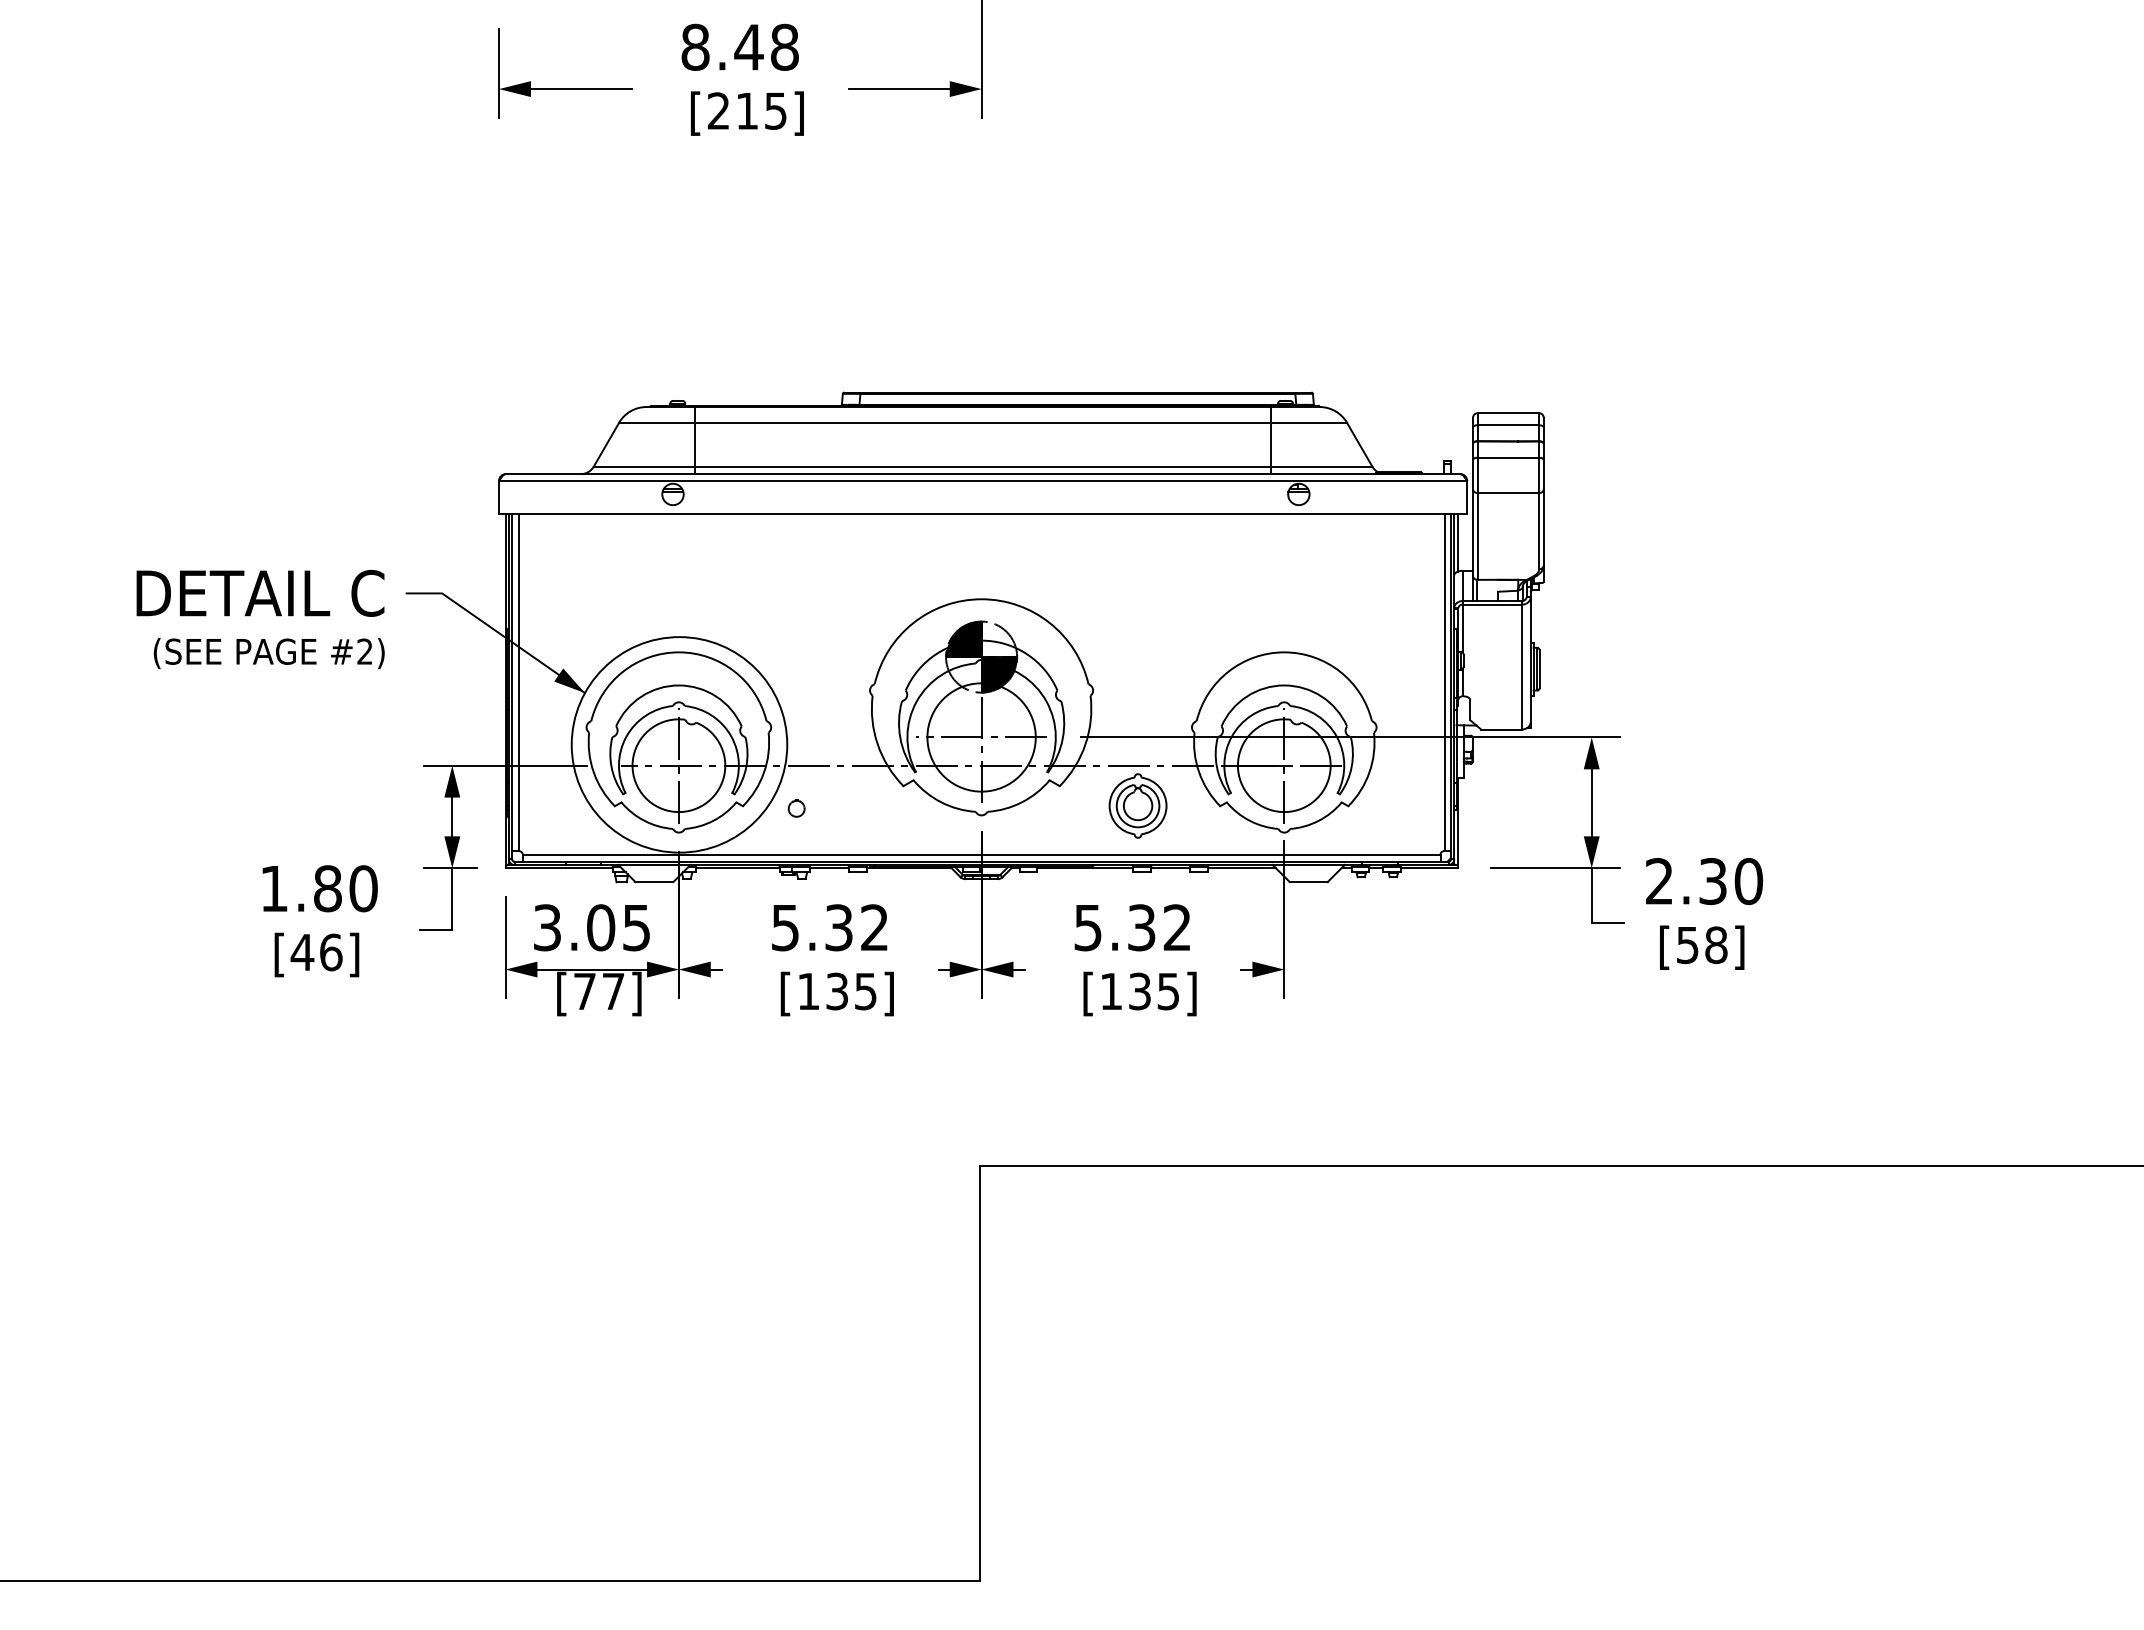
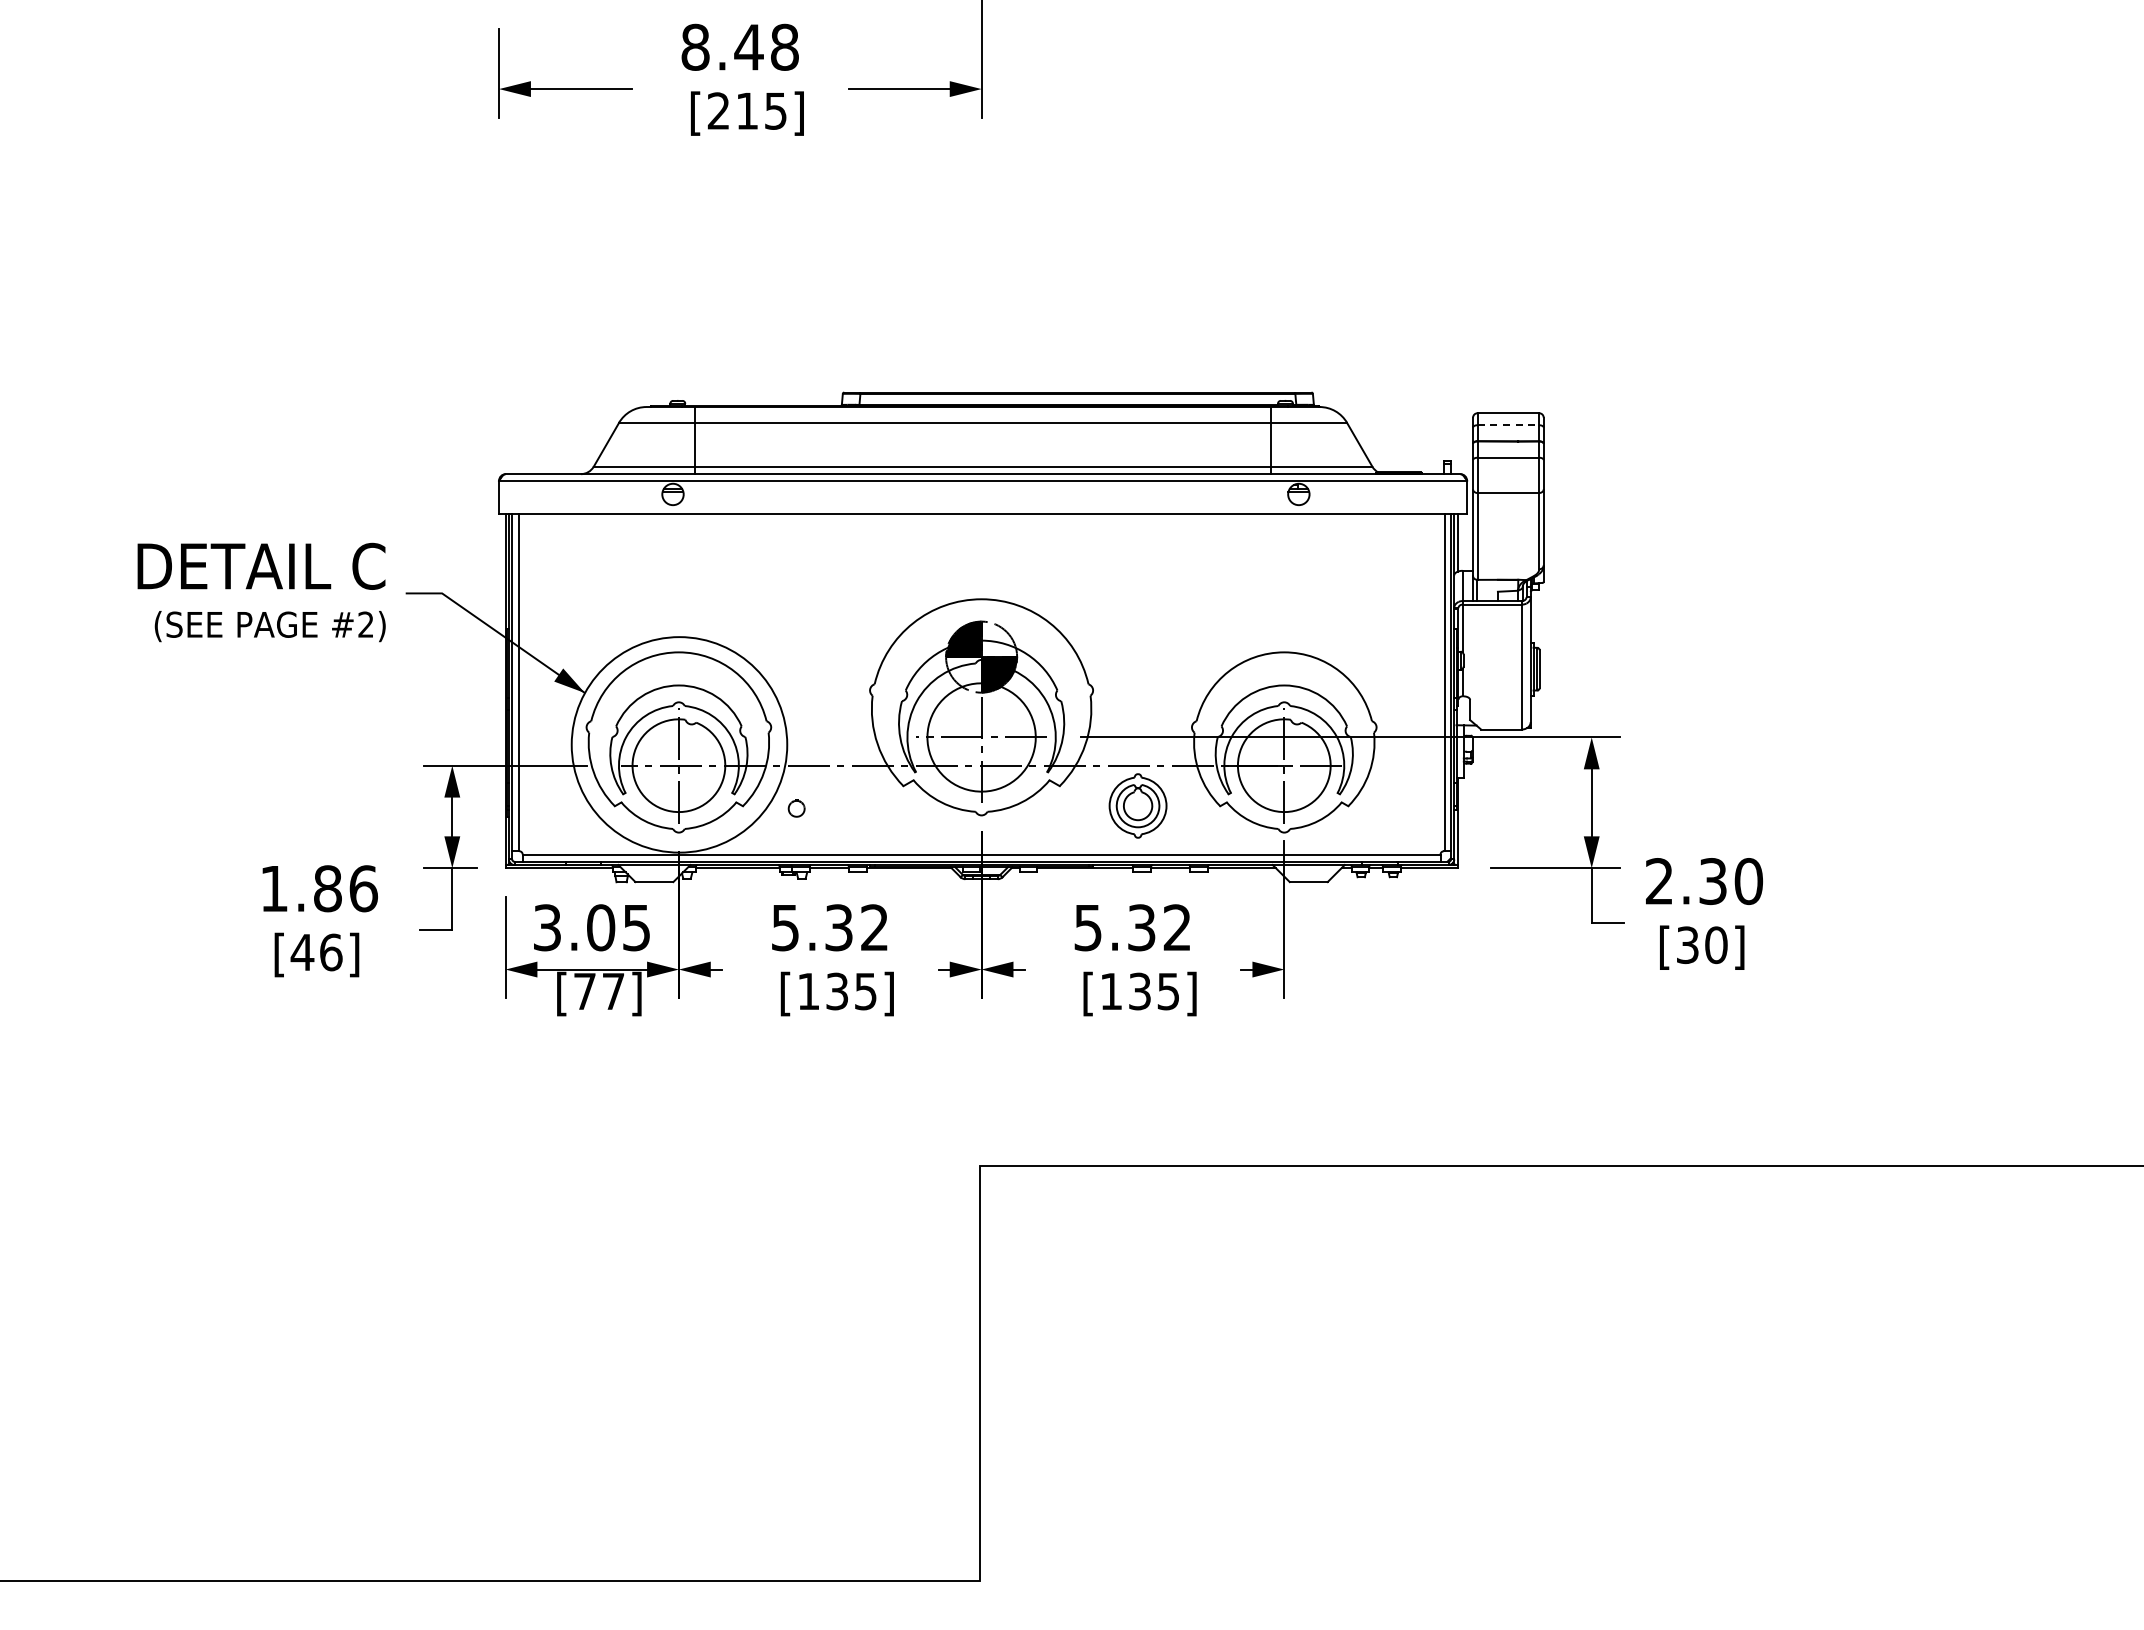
line at (1508, 425): solid -> dashed
text at (260, 619) position: (260, 619) -> (261, 592)
text at (363, 888): 1.80 -> 1.86
text at (1702, 944): [58] -> [30]
